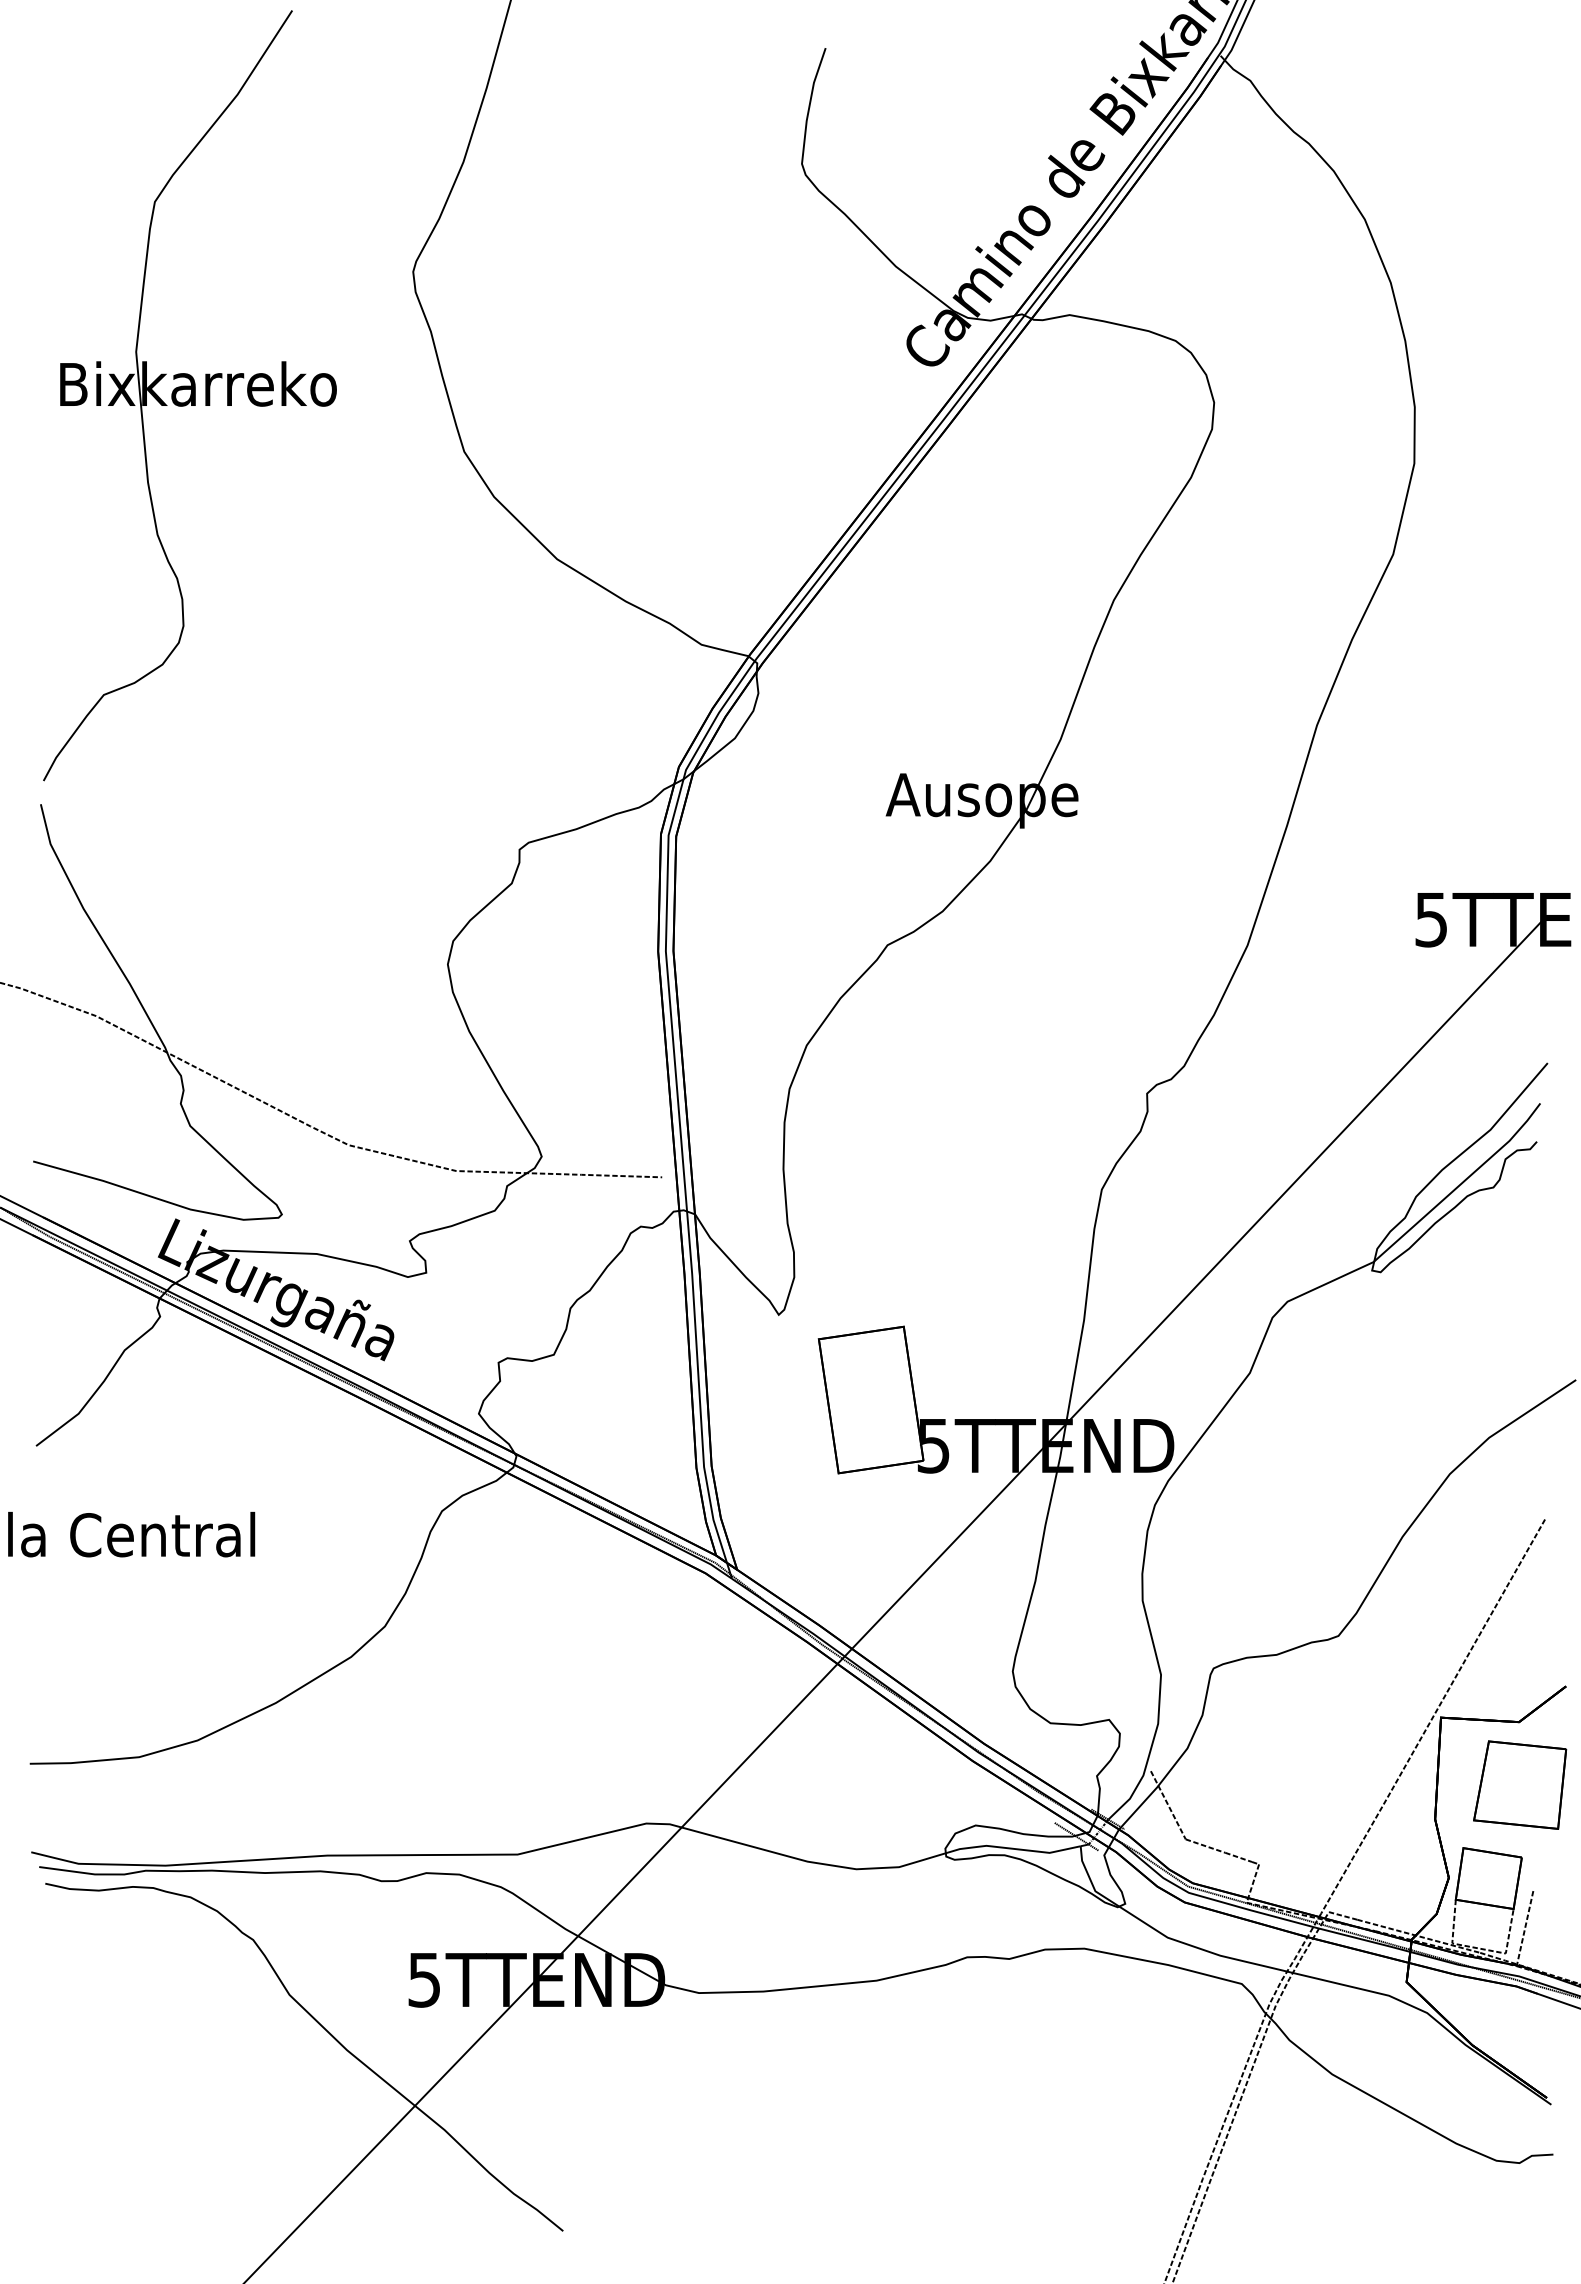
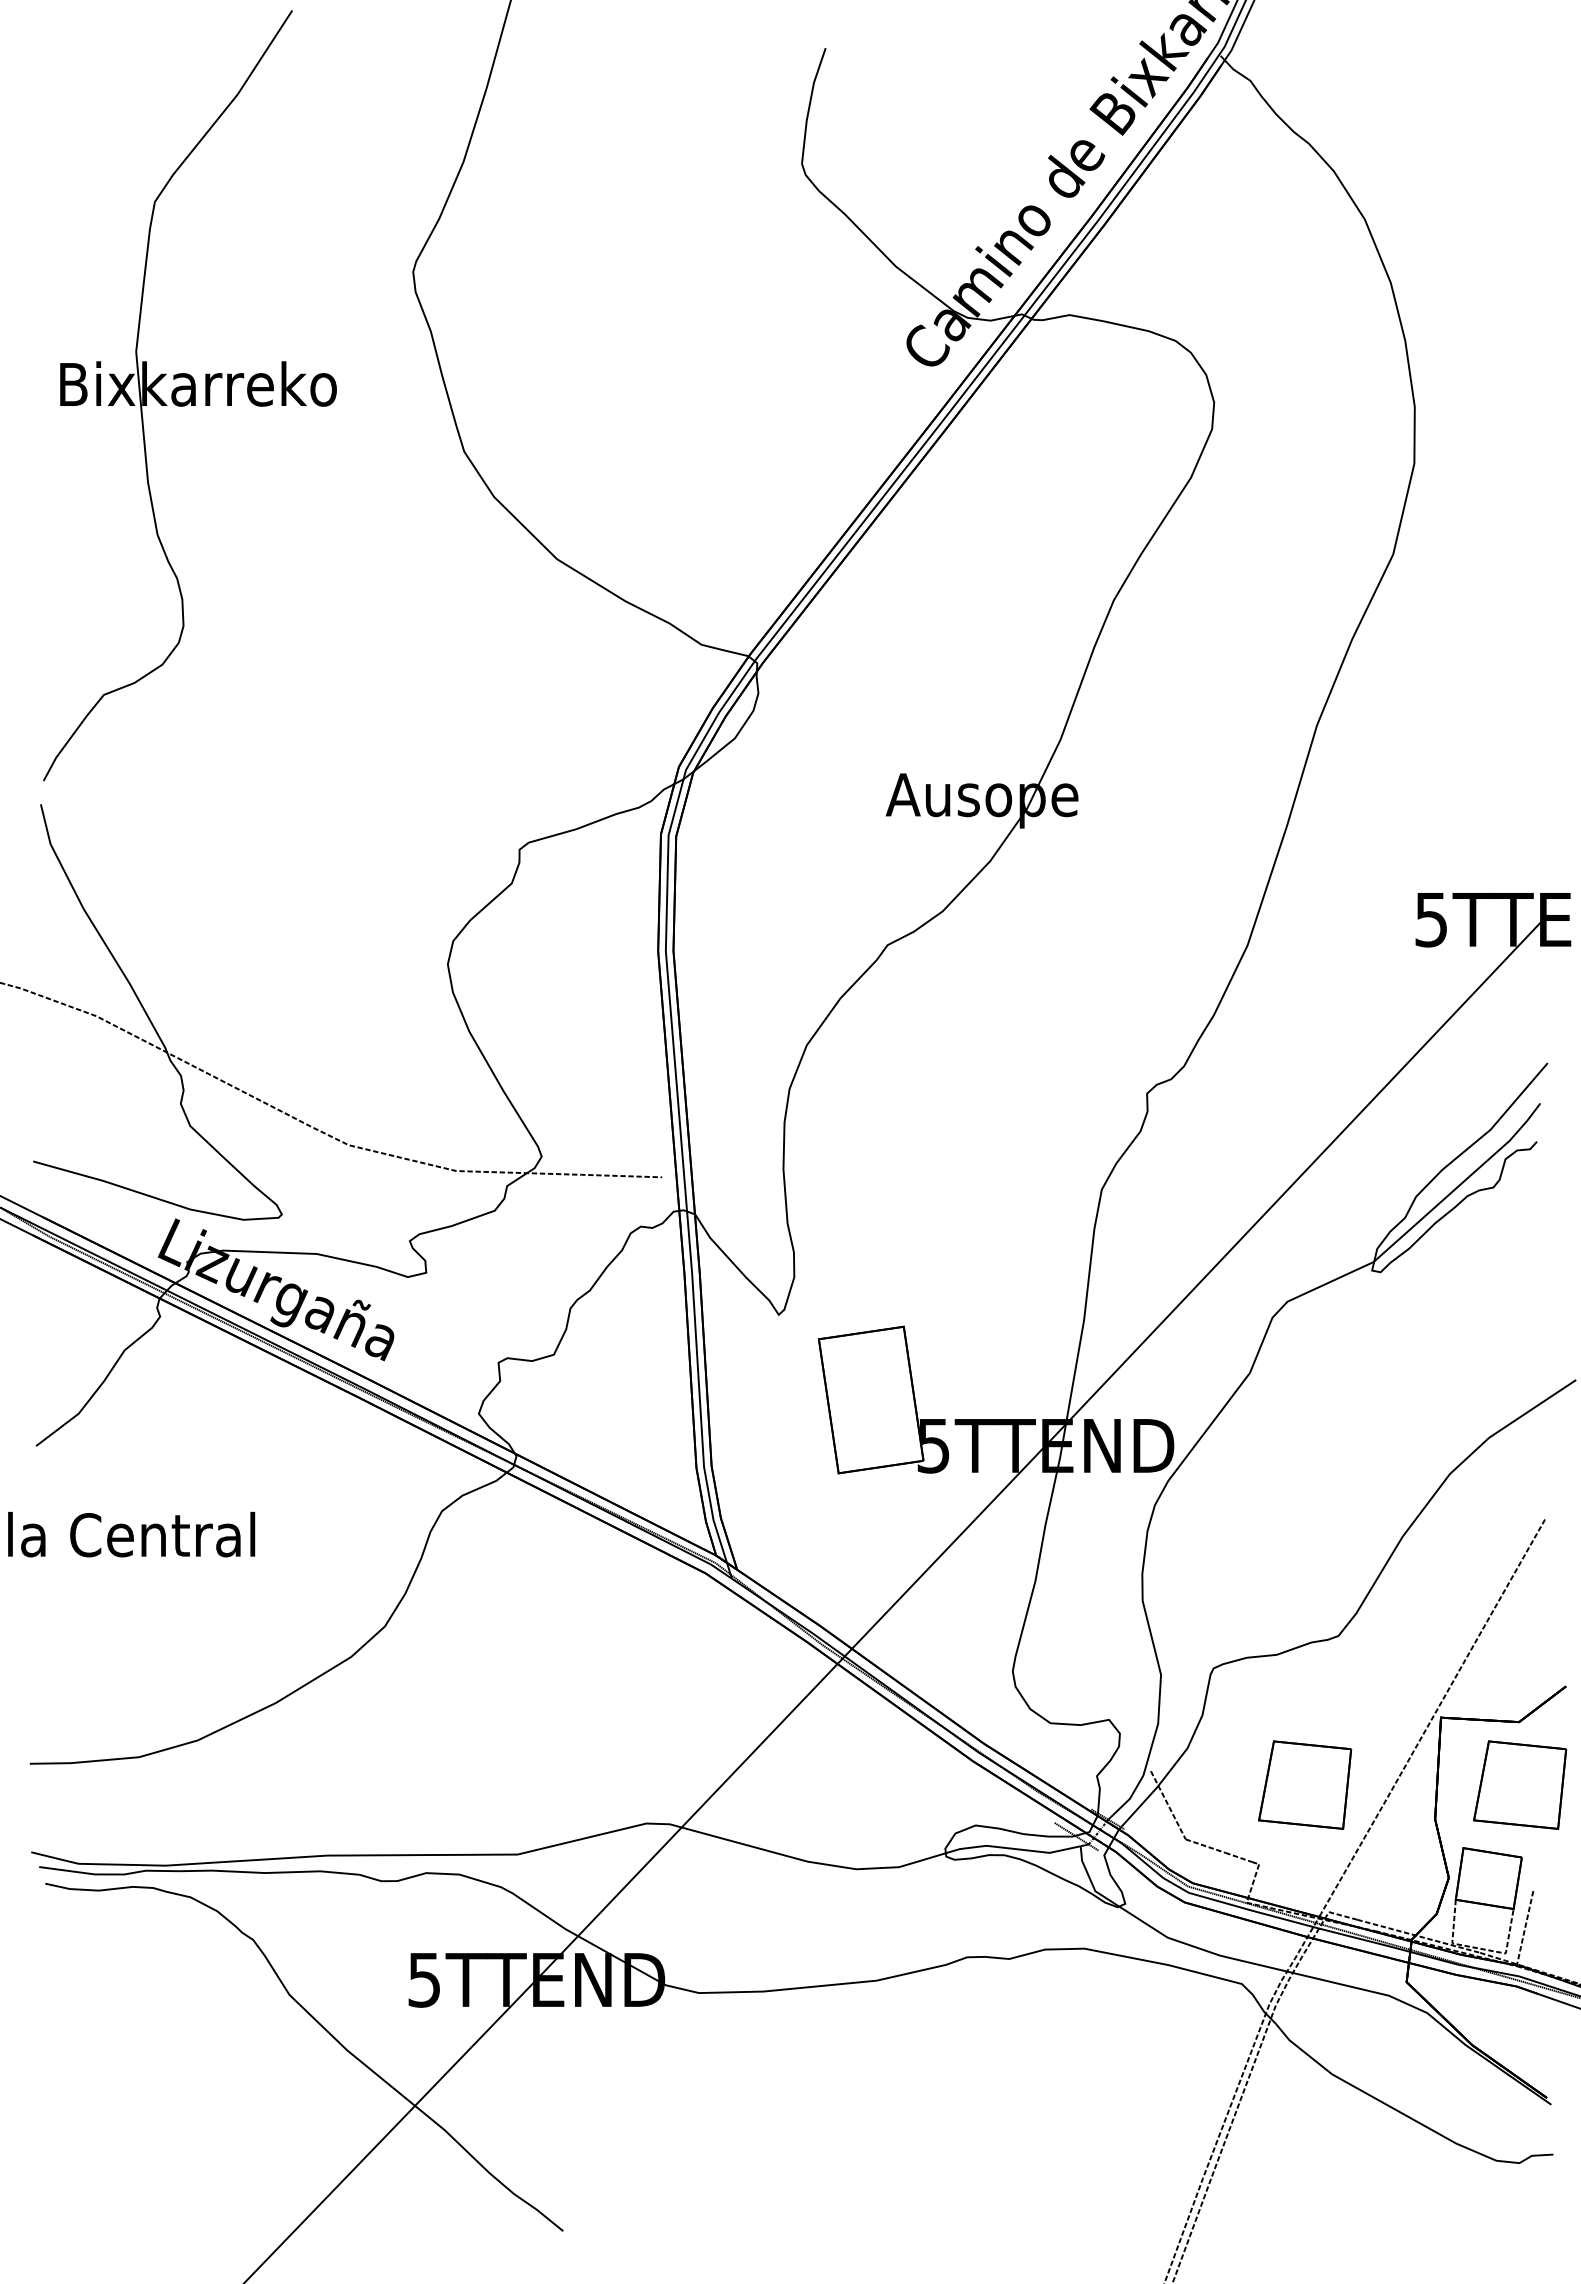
part at (1305, 1784): none -> present
